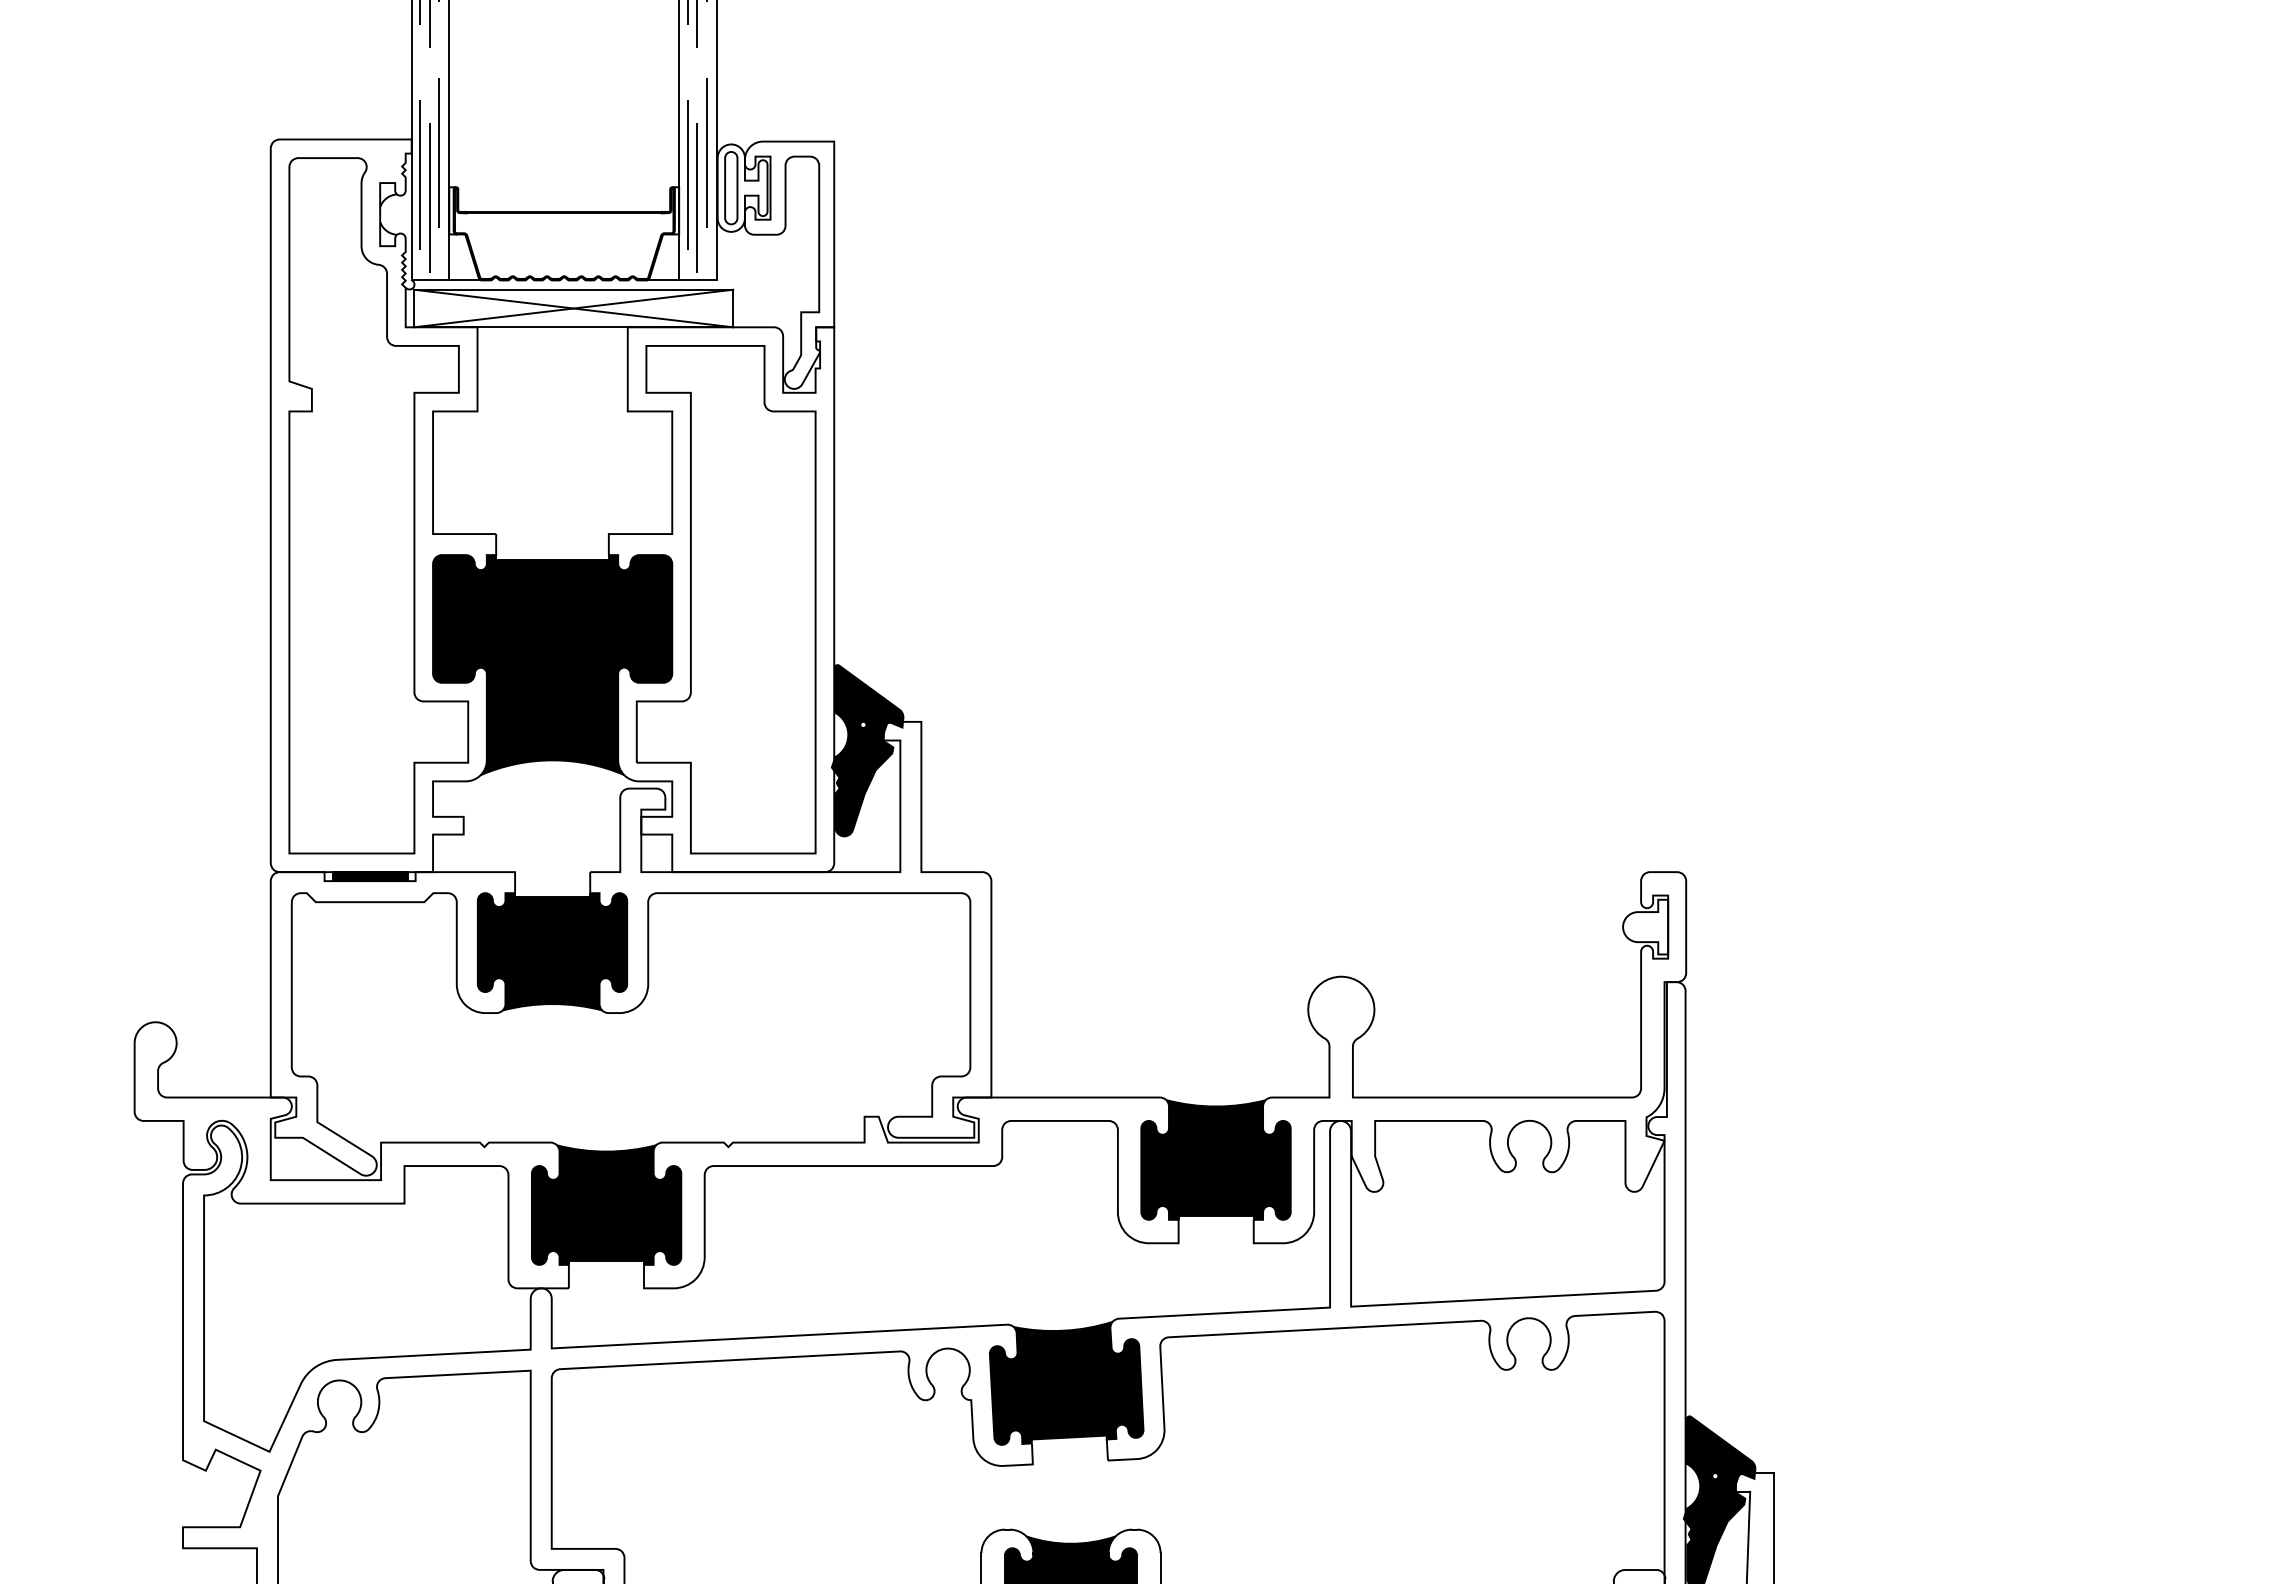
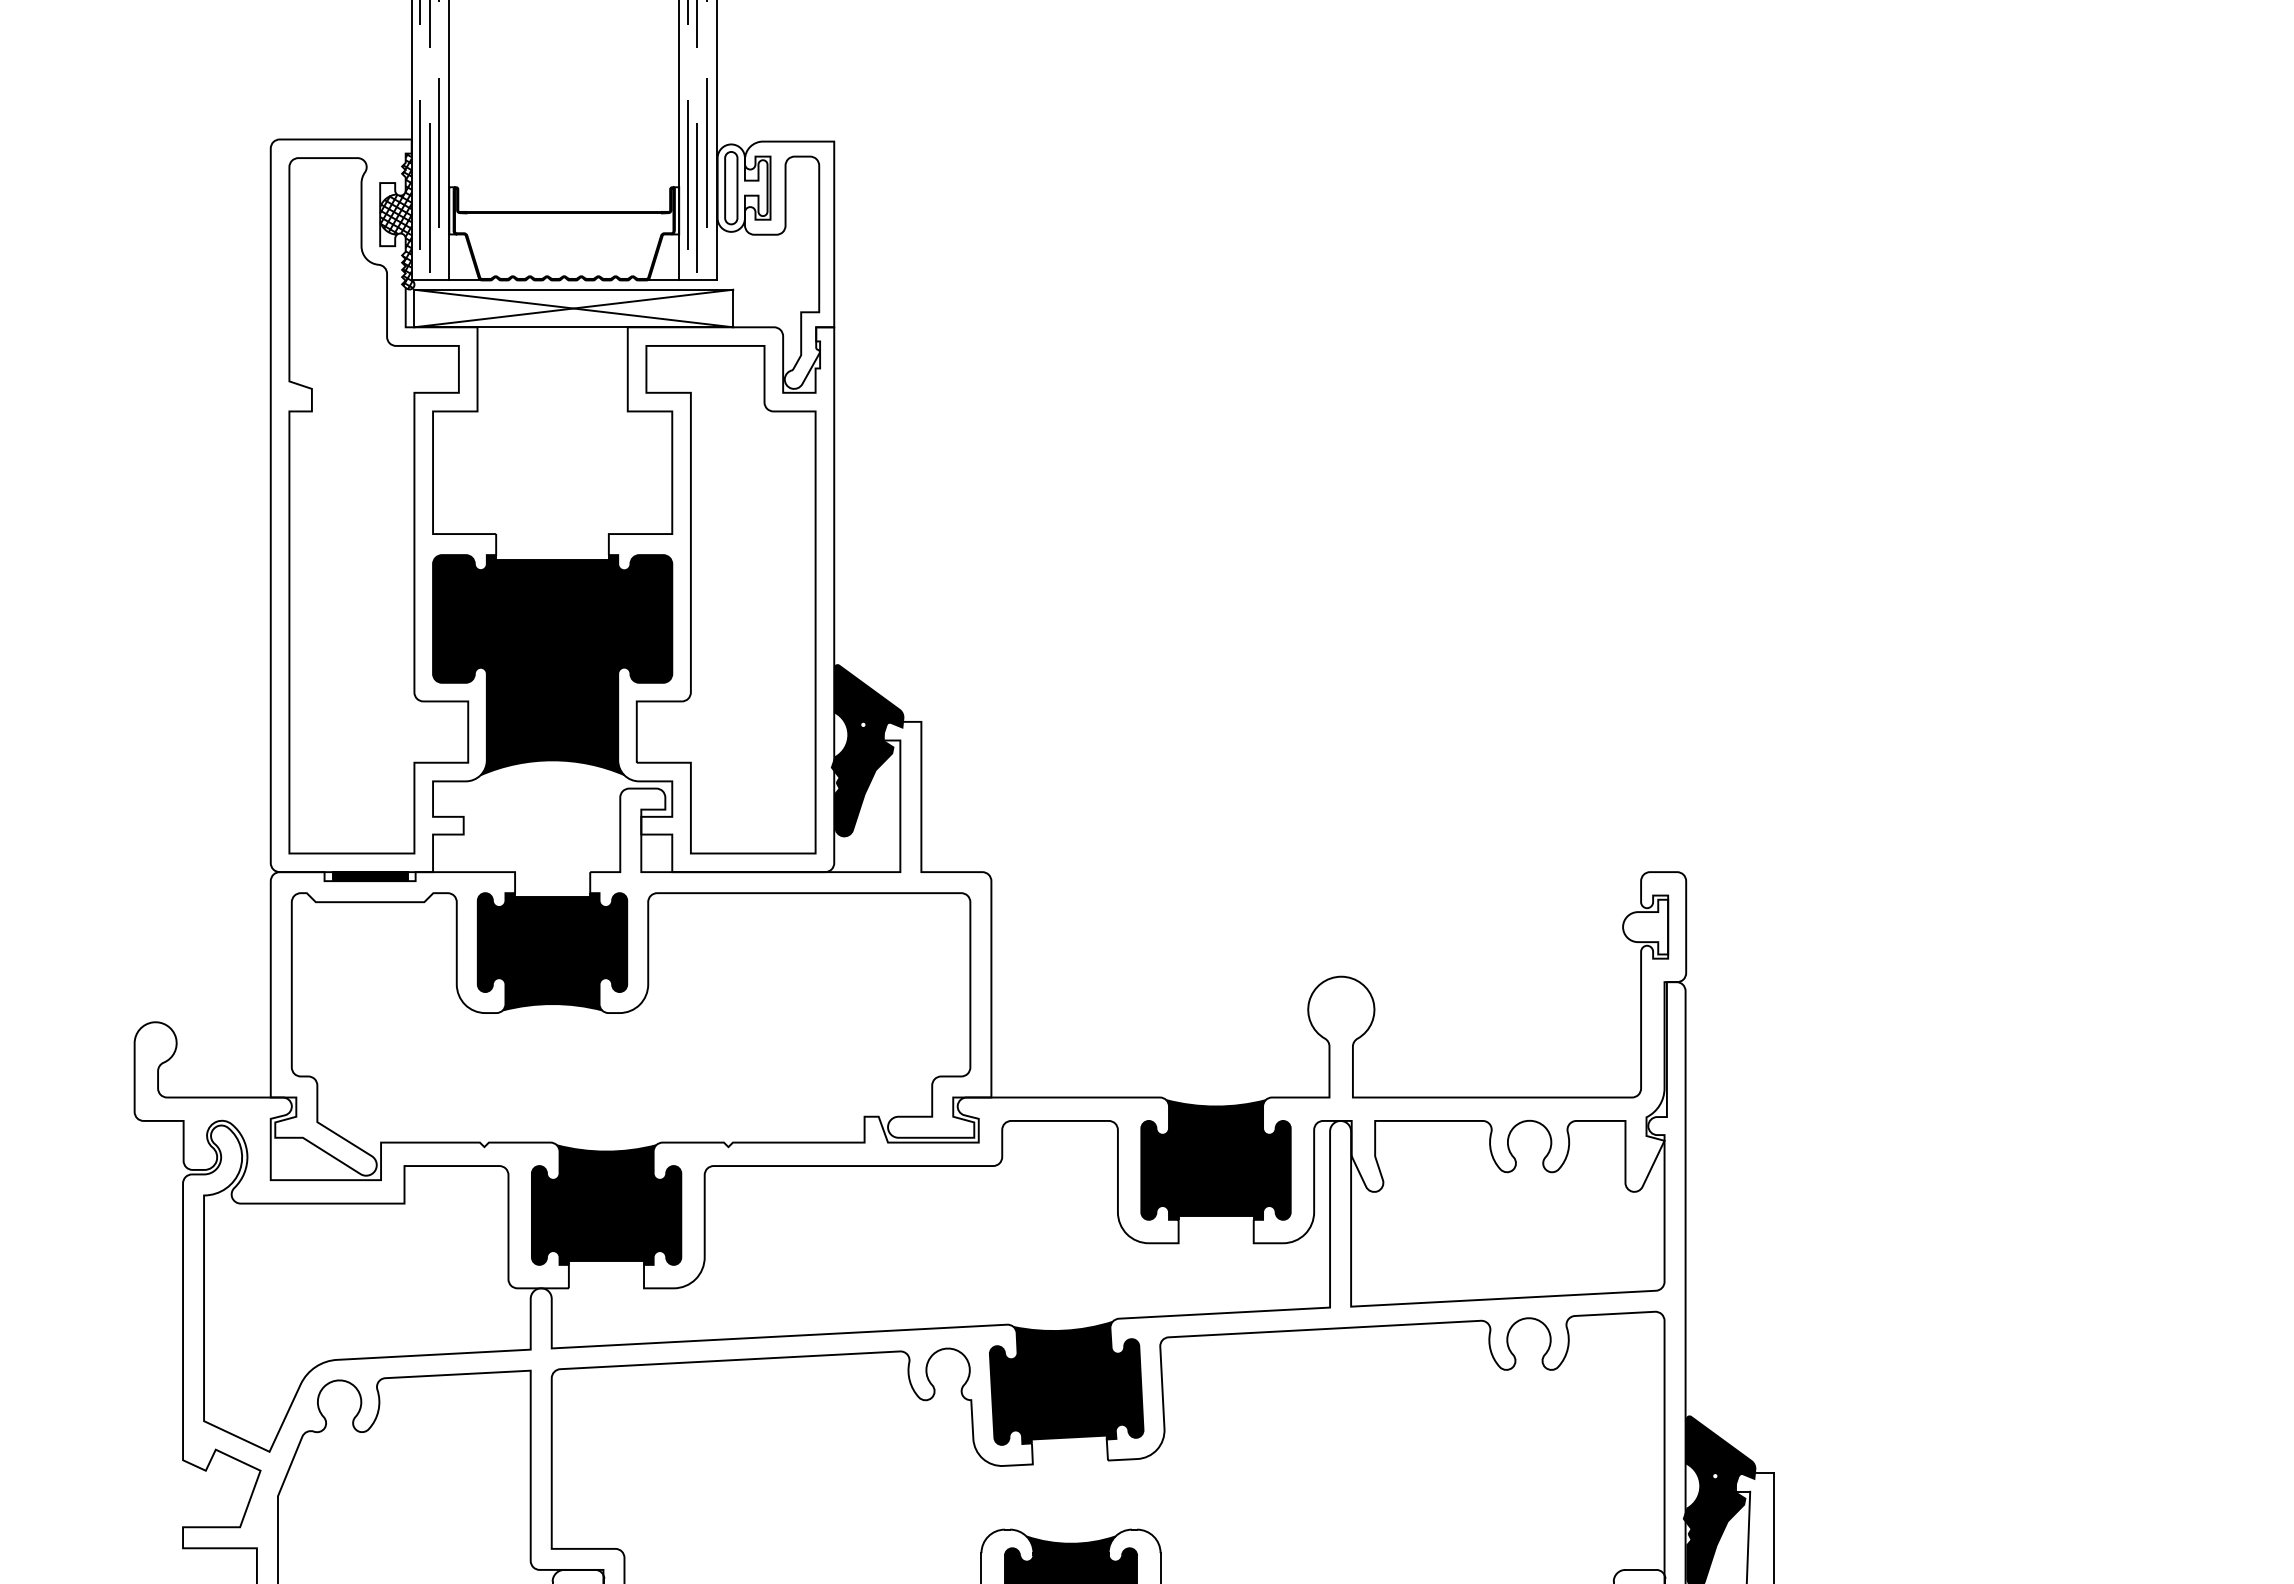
hatch at (396, 221): none -> present
